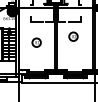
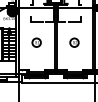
part at (73, 36) position: (73, 36) -> (74, 42)
